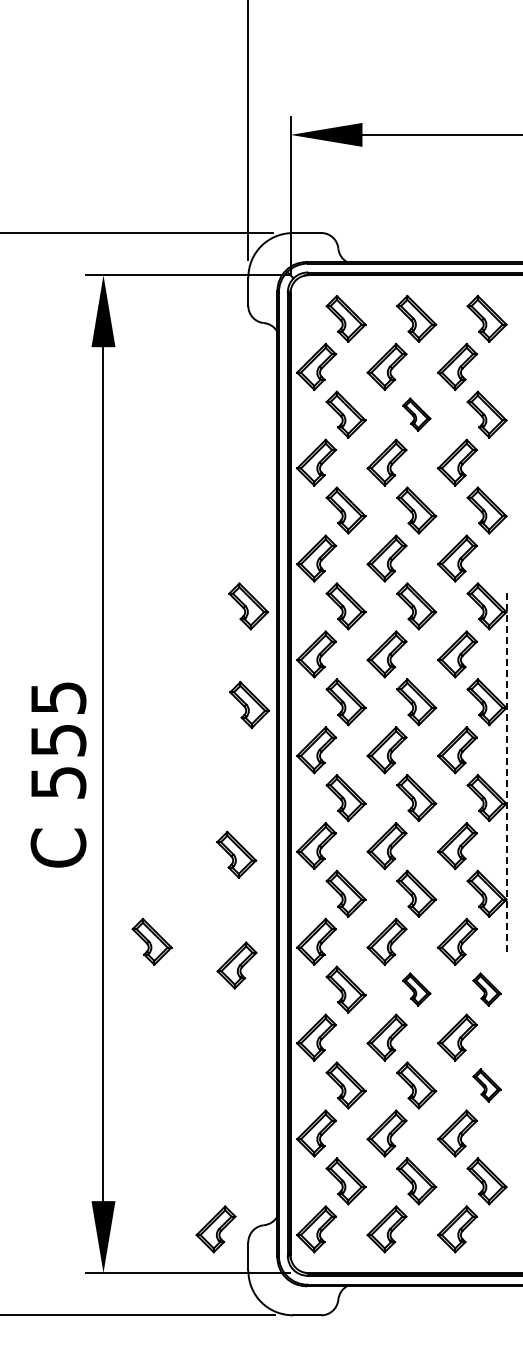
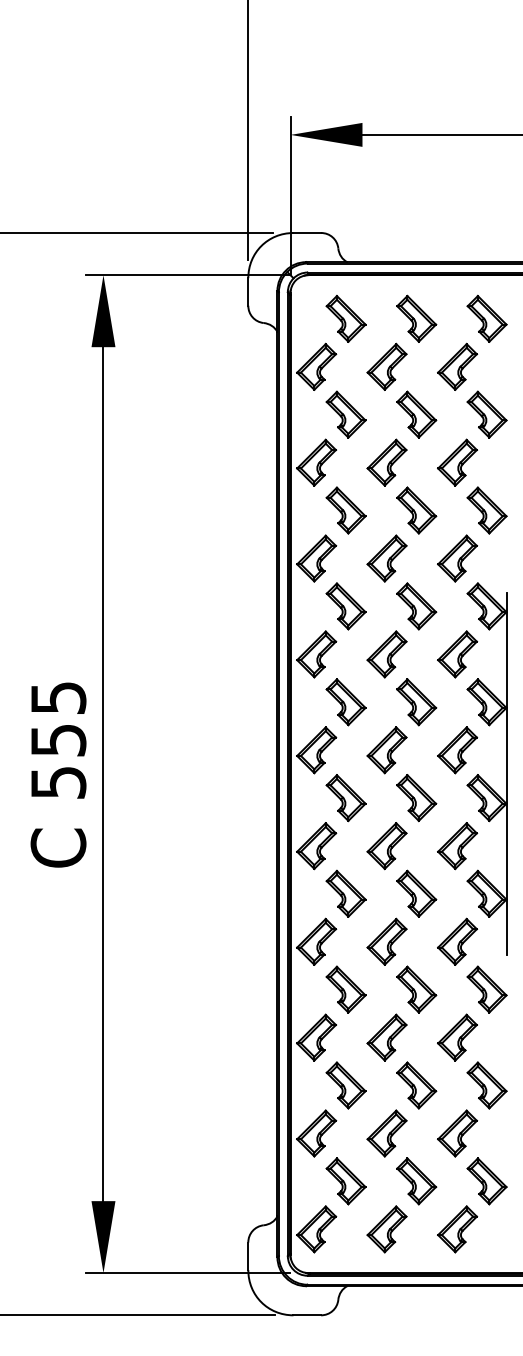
part at (416, 414) size: 30x35 px -> 42x49 px
part at (248, 606): present -> none
part at (249, 705): present -> none
line at (507, 774): dashed -> solid
part at (236, 854): present -> none
part at (151, 941): present -> none
part at (236, 965): present -> none
part at (416, 989) size: 30x35 px -> 42x49 px
part at (486, 989) size: 30x35 px -> 42x49 px
part at (486, 1085) size: 30x35 px -> 42x49 px
part at (215, 1229): present -> none
